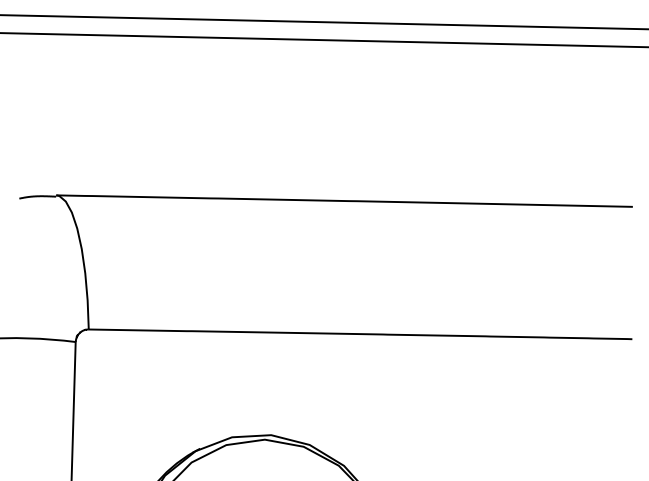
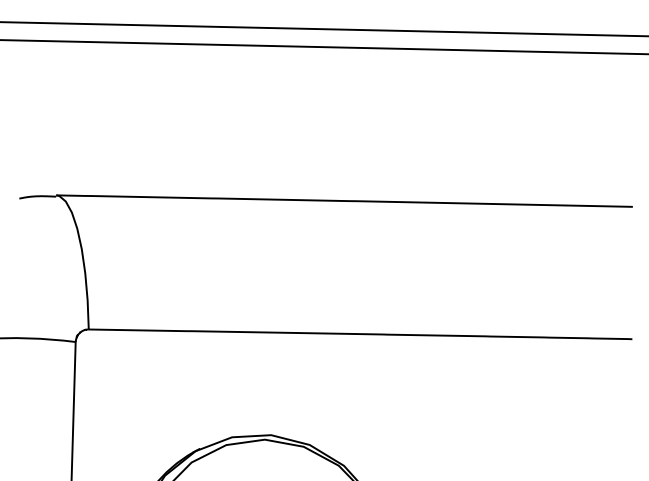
line at (323, 22) position: (323, 22) -> (323, 29)
line at (323, 40) position: (323, 40) -> (323, 47)
